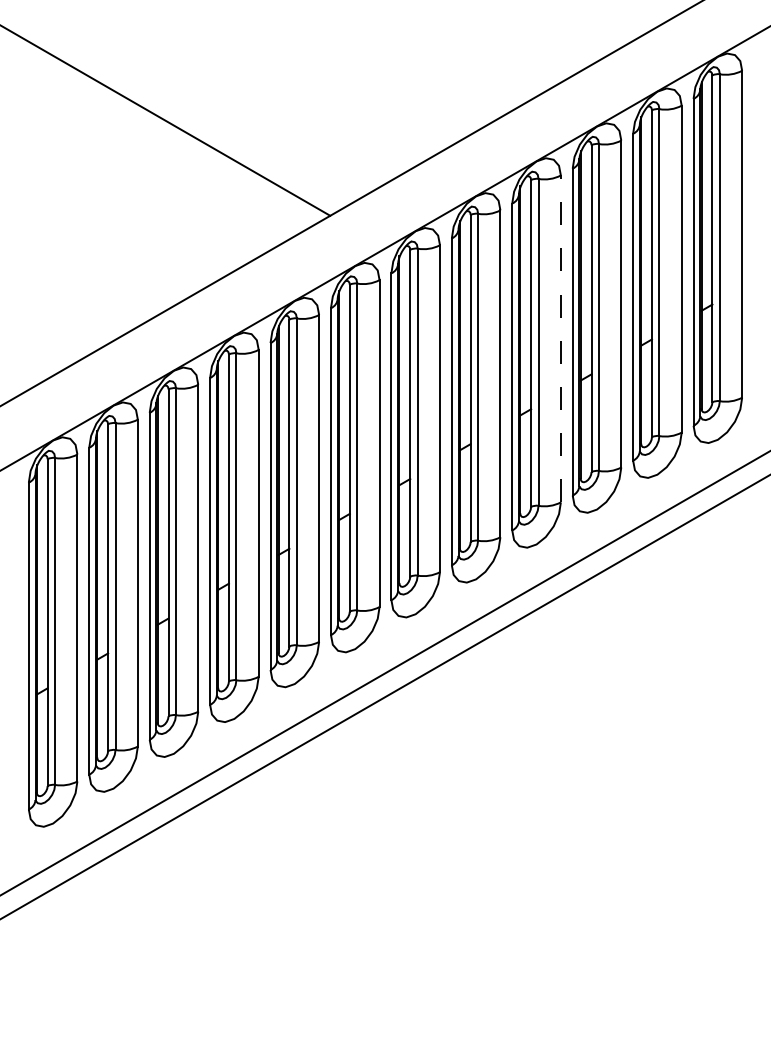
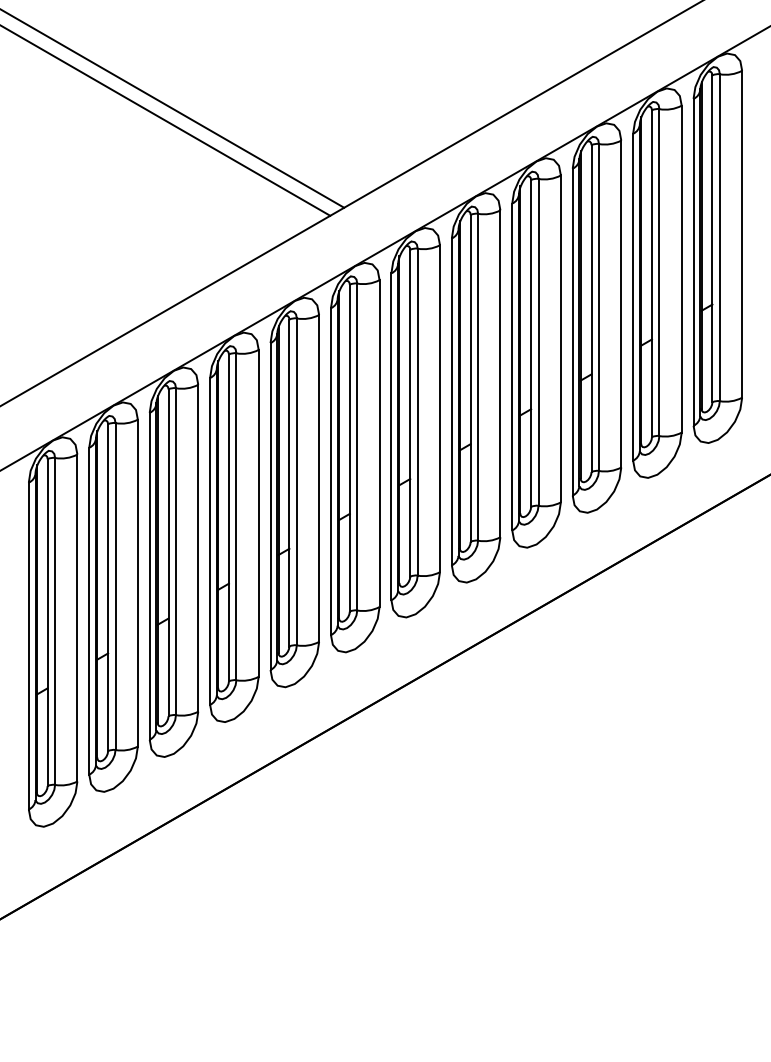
line at (173, 108): none -> present
line at (560, 338): dashed -> solid
line at (384, 673) position: (384, 673) -> (384, 697)
